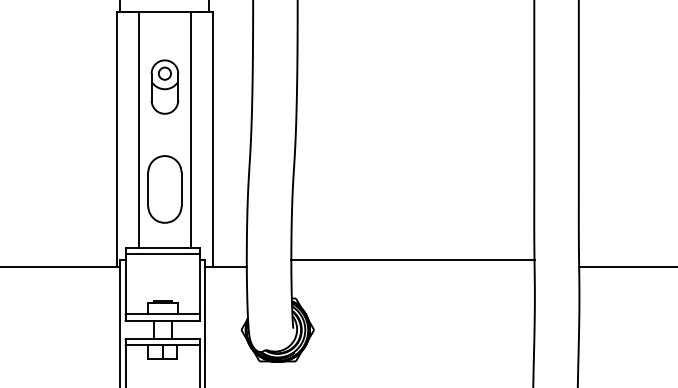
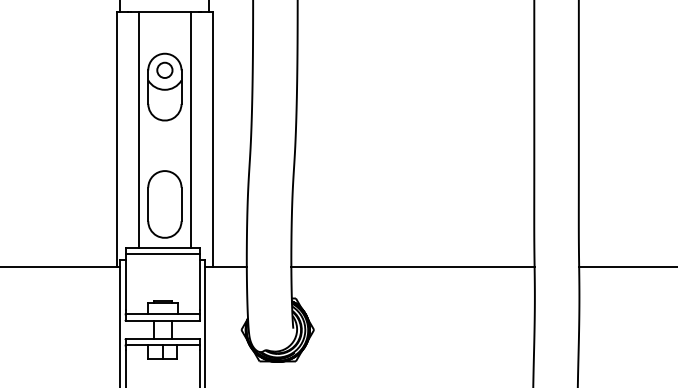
part at (164, 86) size: 30x56 px -> 36x70 px
part at (164, 189) position: (164, 189) -> (164, 204)
line at (412, 259) position: (412, 259) -> (412, 266)
